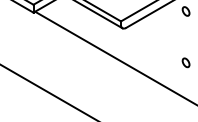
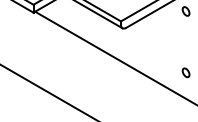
part at (185, 62) position: (185, 62) -> (185, 72)
